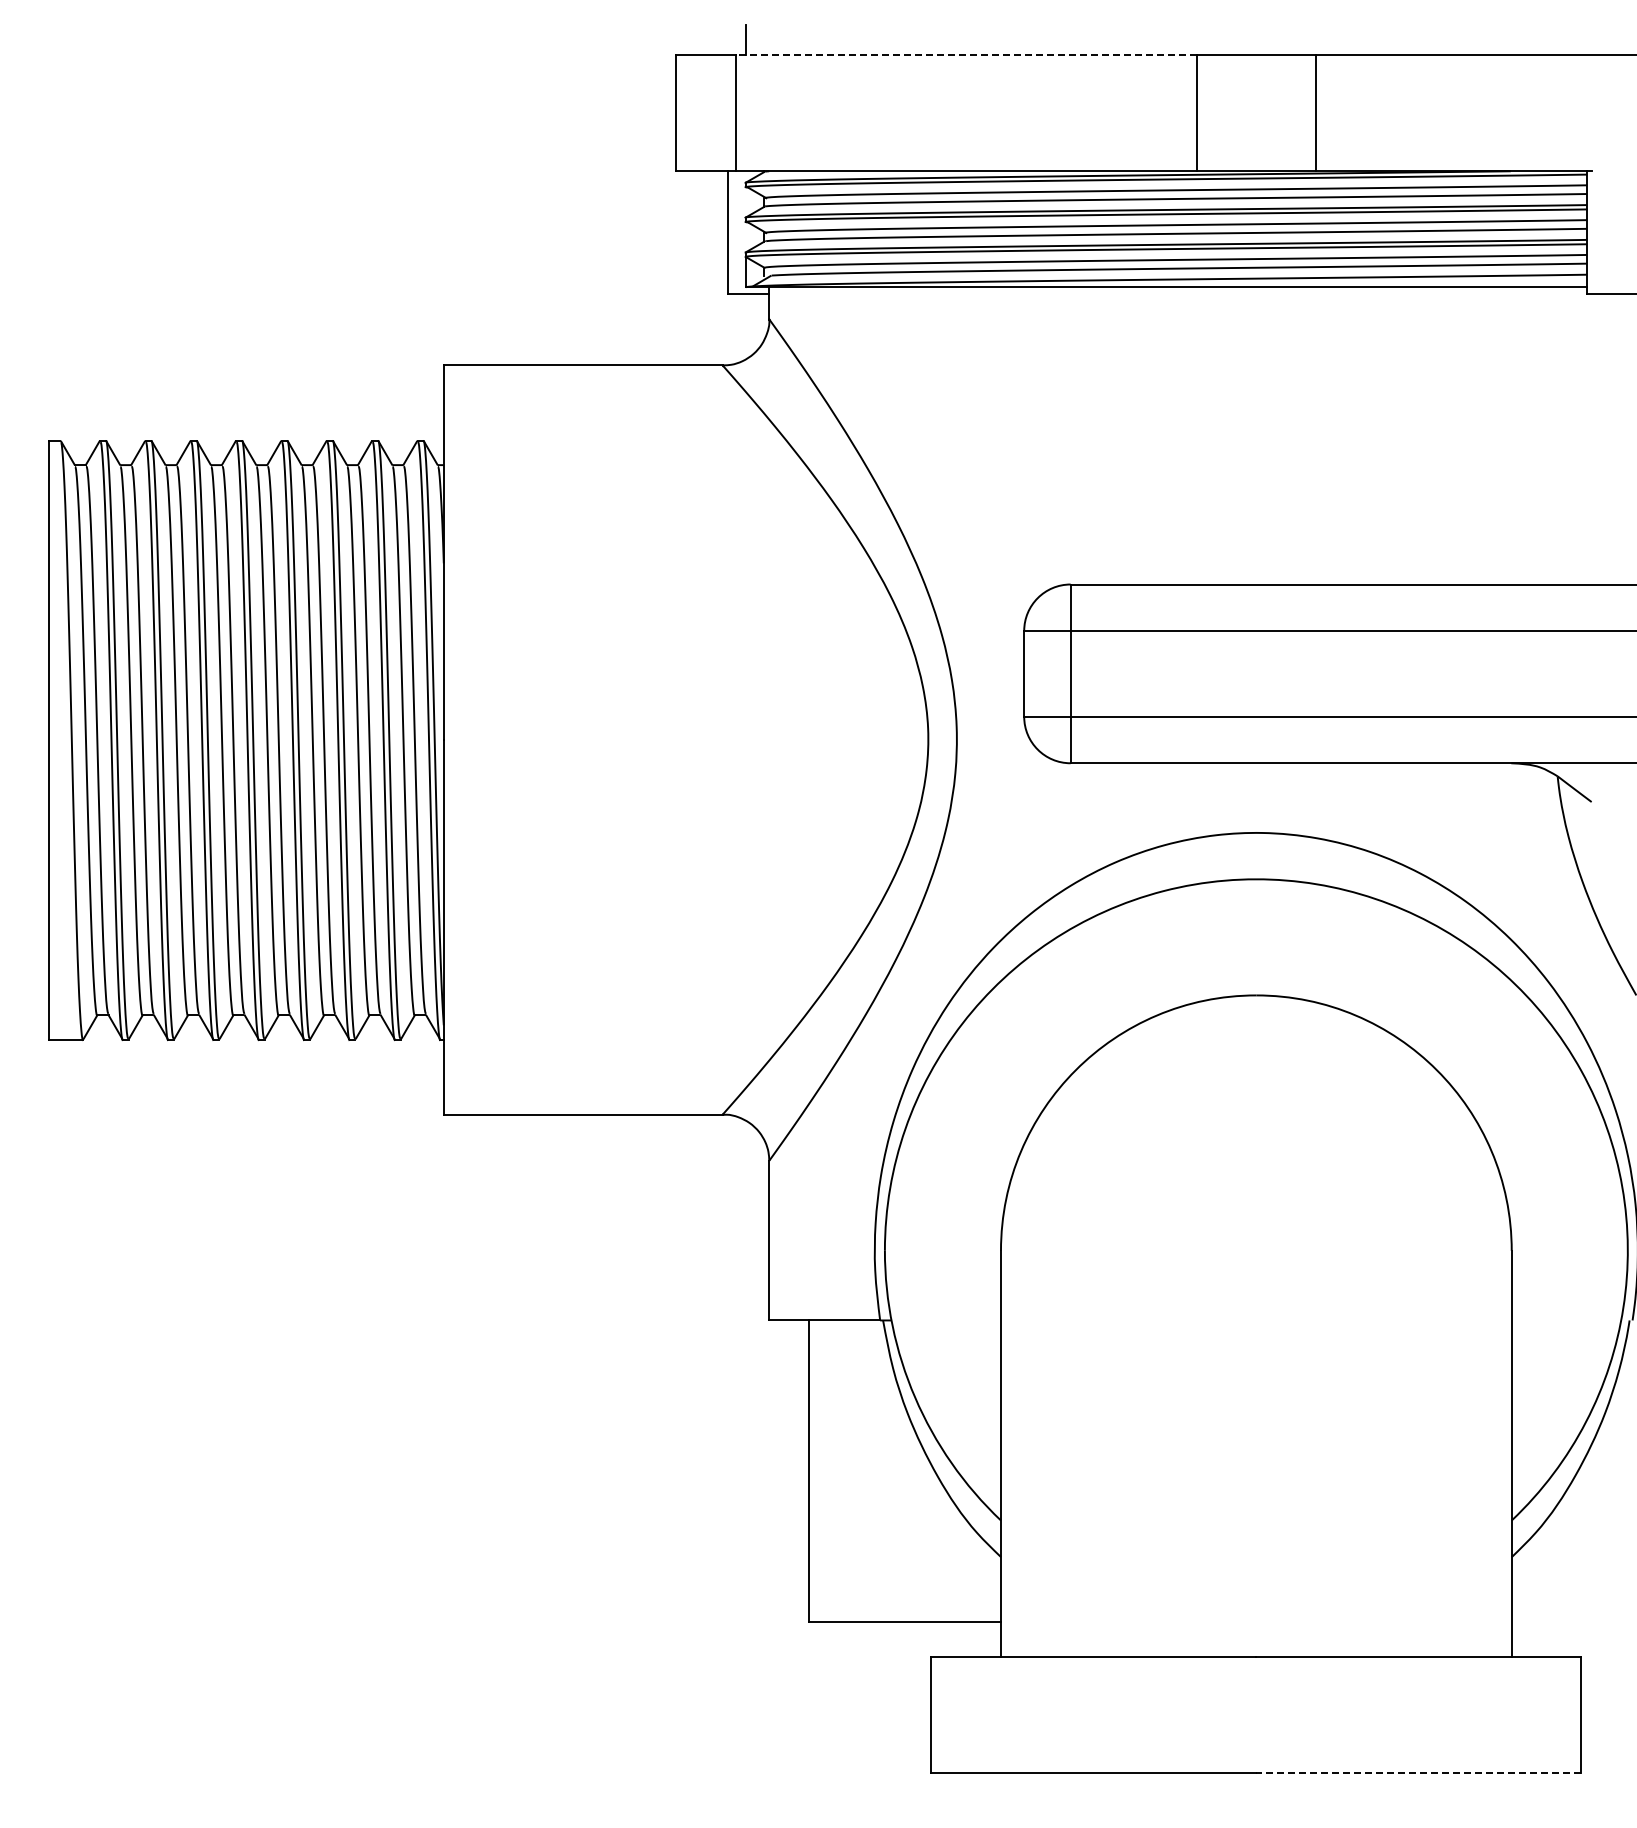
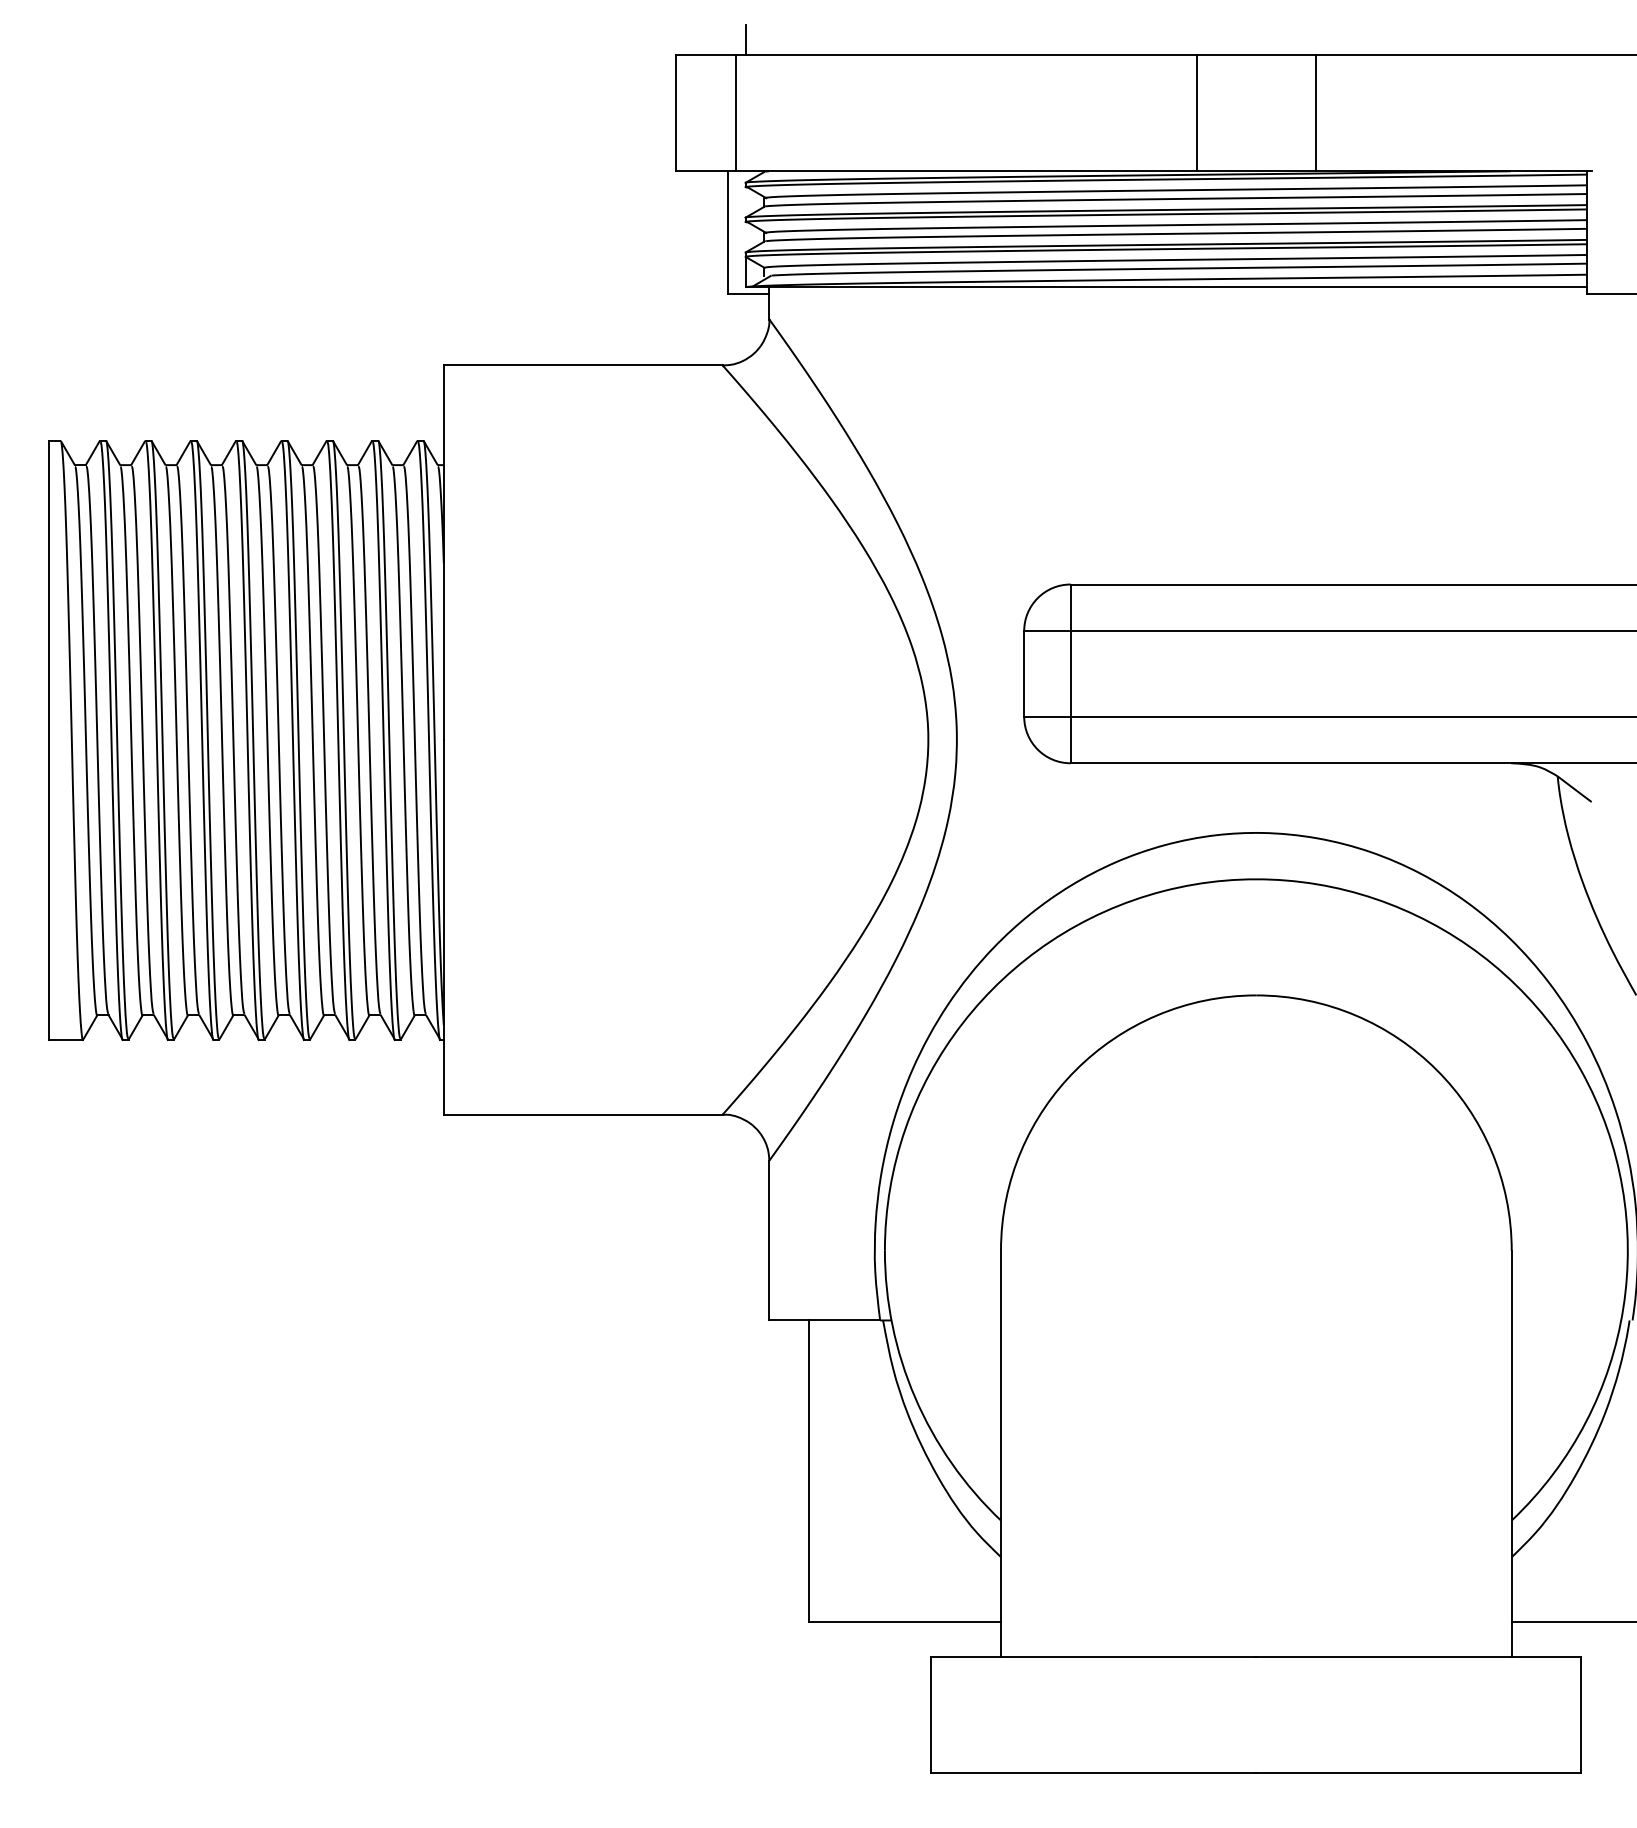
line at (965, 55): dashed -> solid
line at (1572, 1622): none -> present
line at (1418, 1773): dashed -> solid
